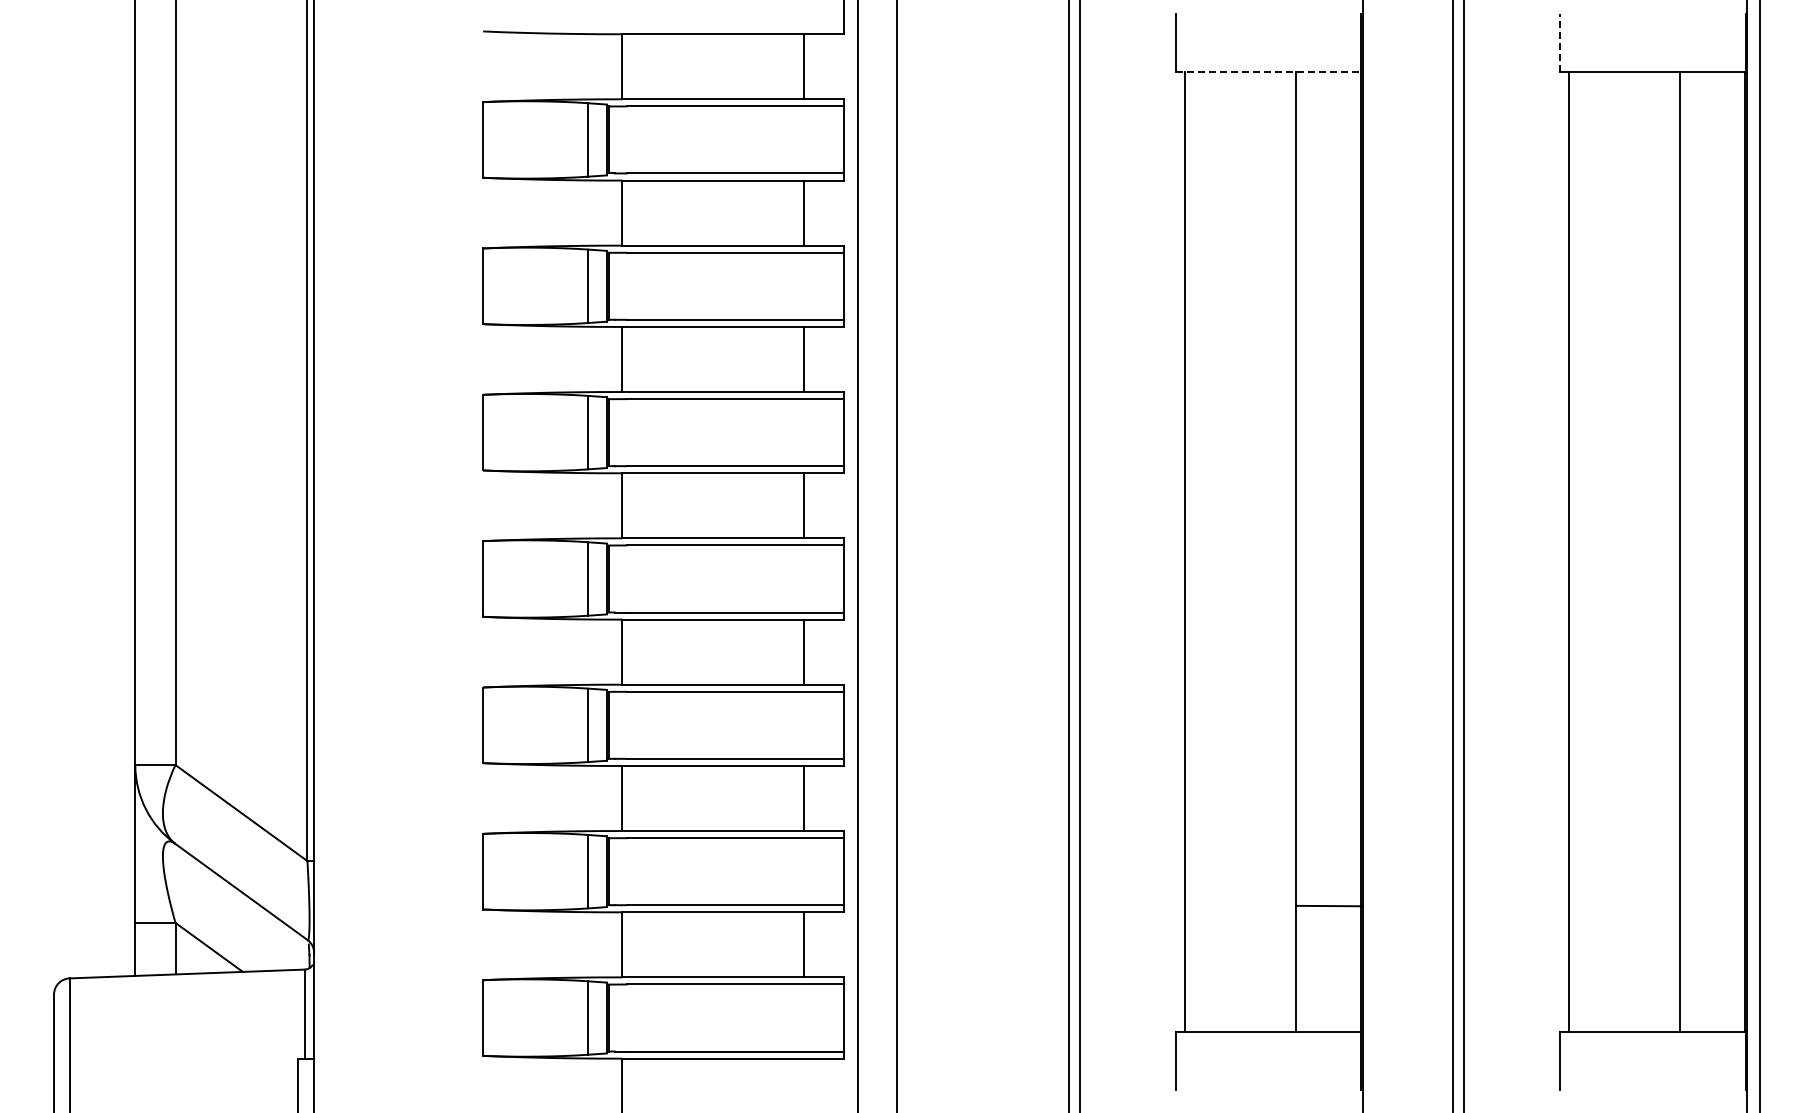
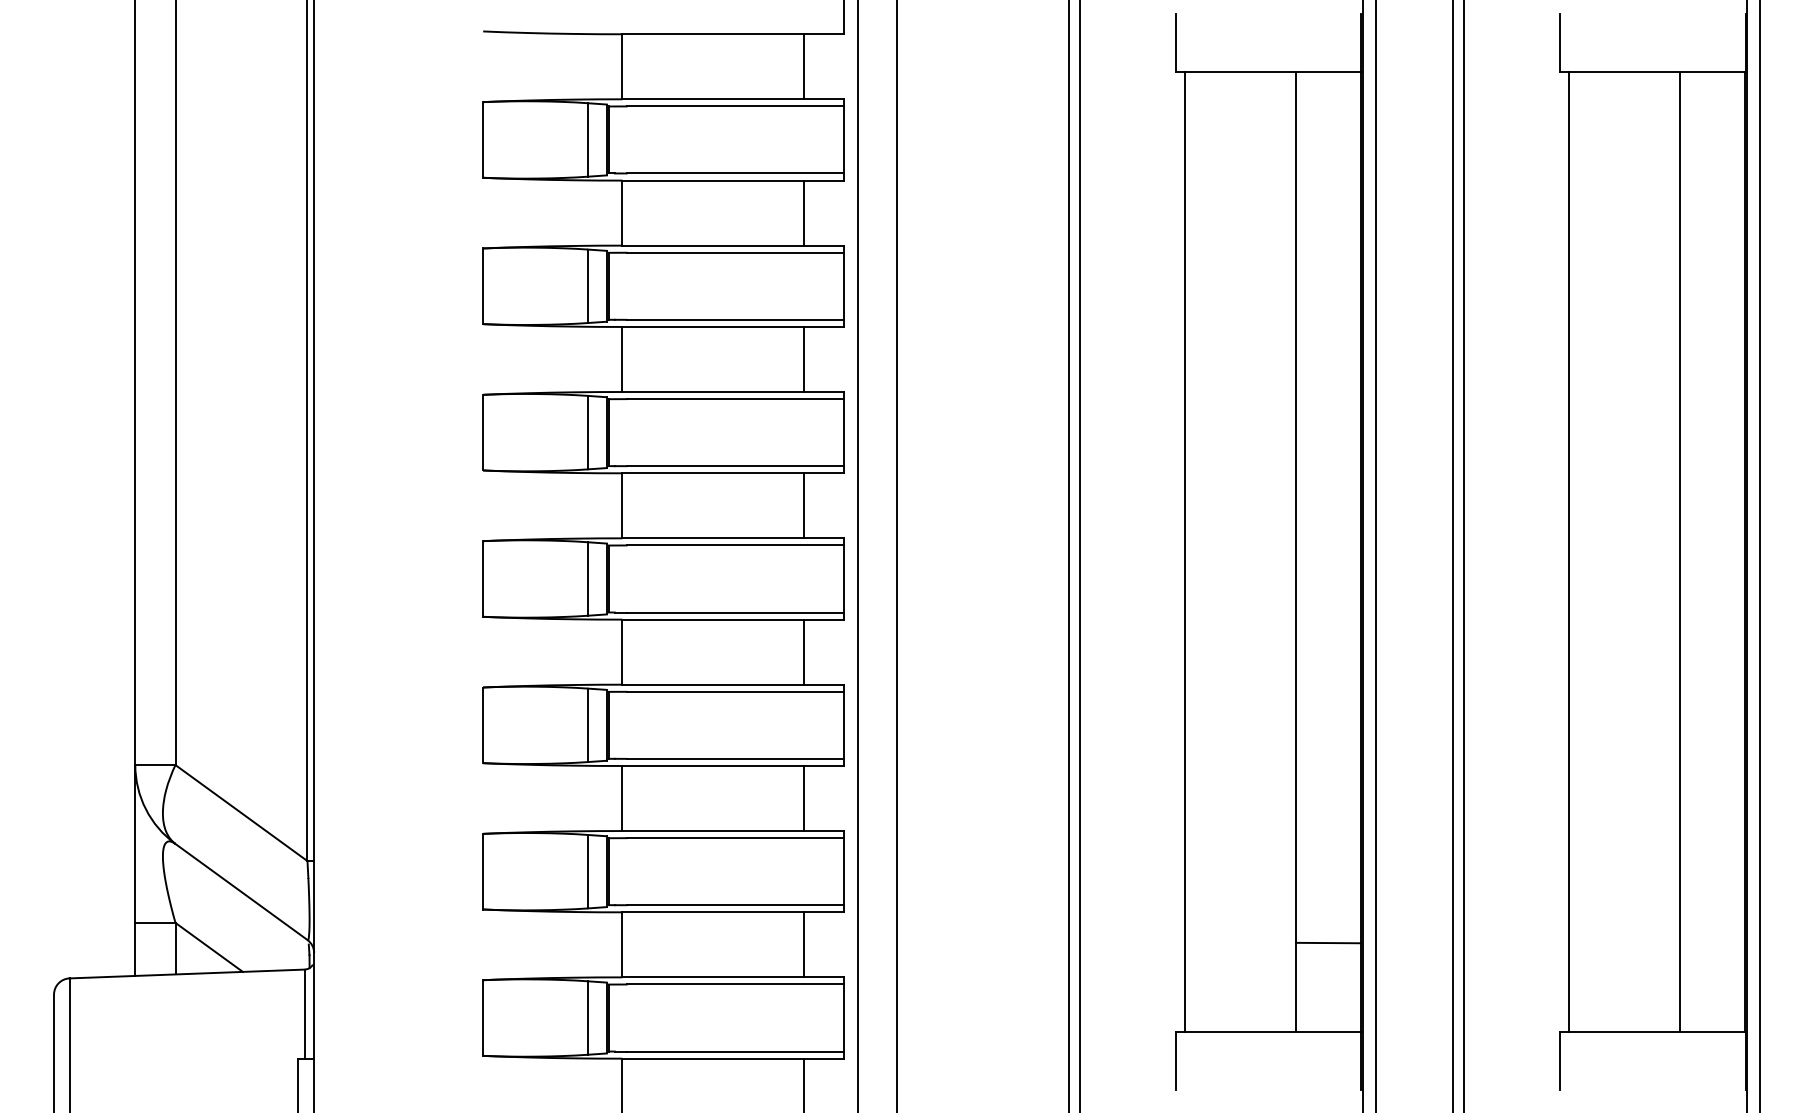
line at (1560, 42): dashed -> solid
line at (1268, 71): dashed -> solid
line at (1376, 555): none -> present
line at (1328, 905) position: (1328, 905) -> (1328, 942)
line at (804, 1083): none -> present
